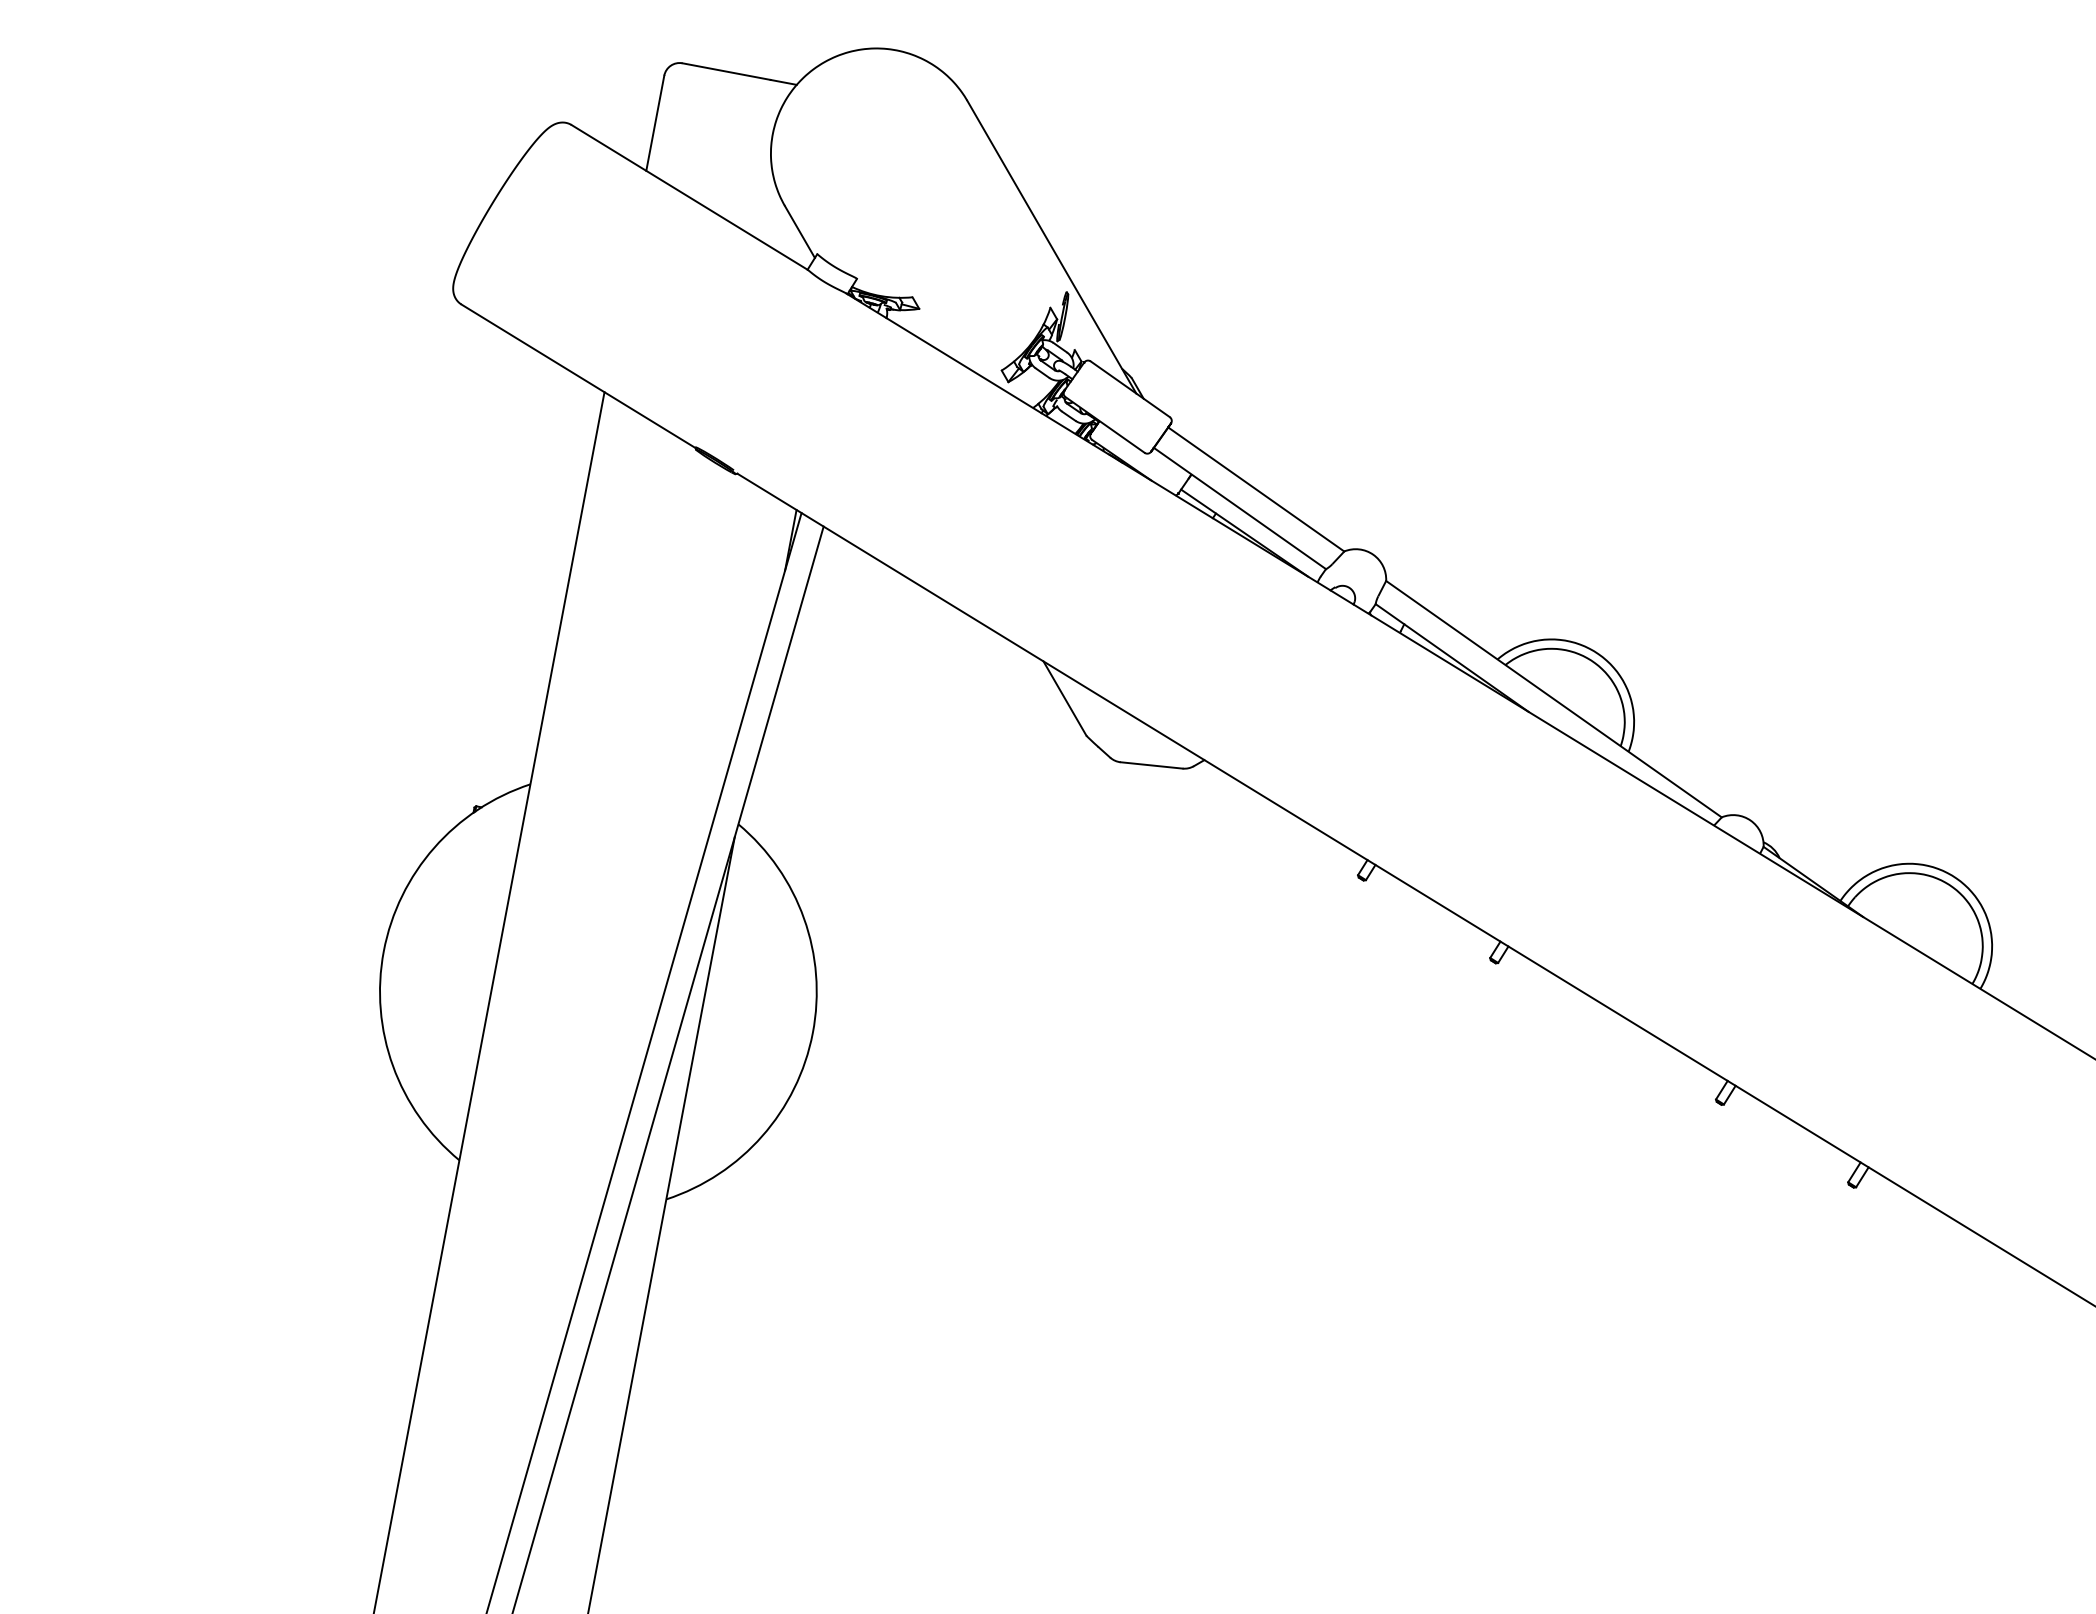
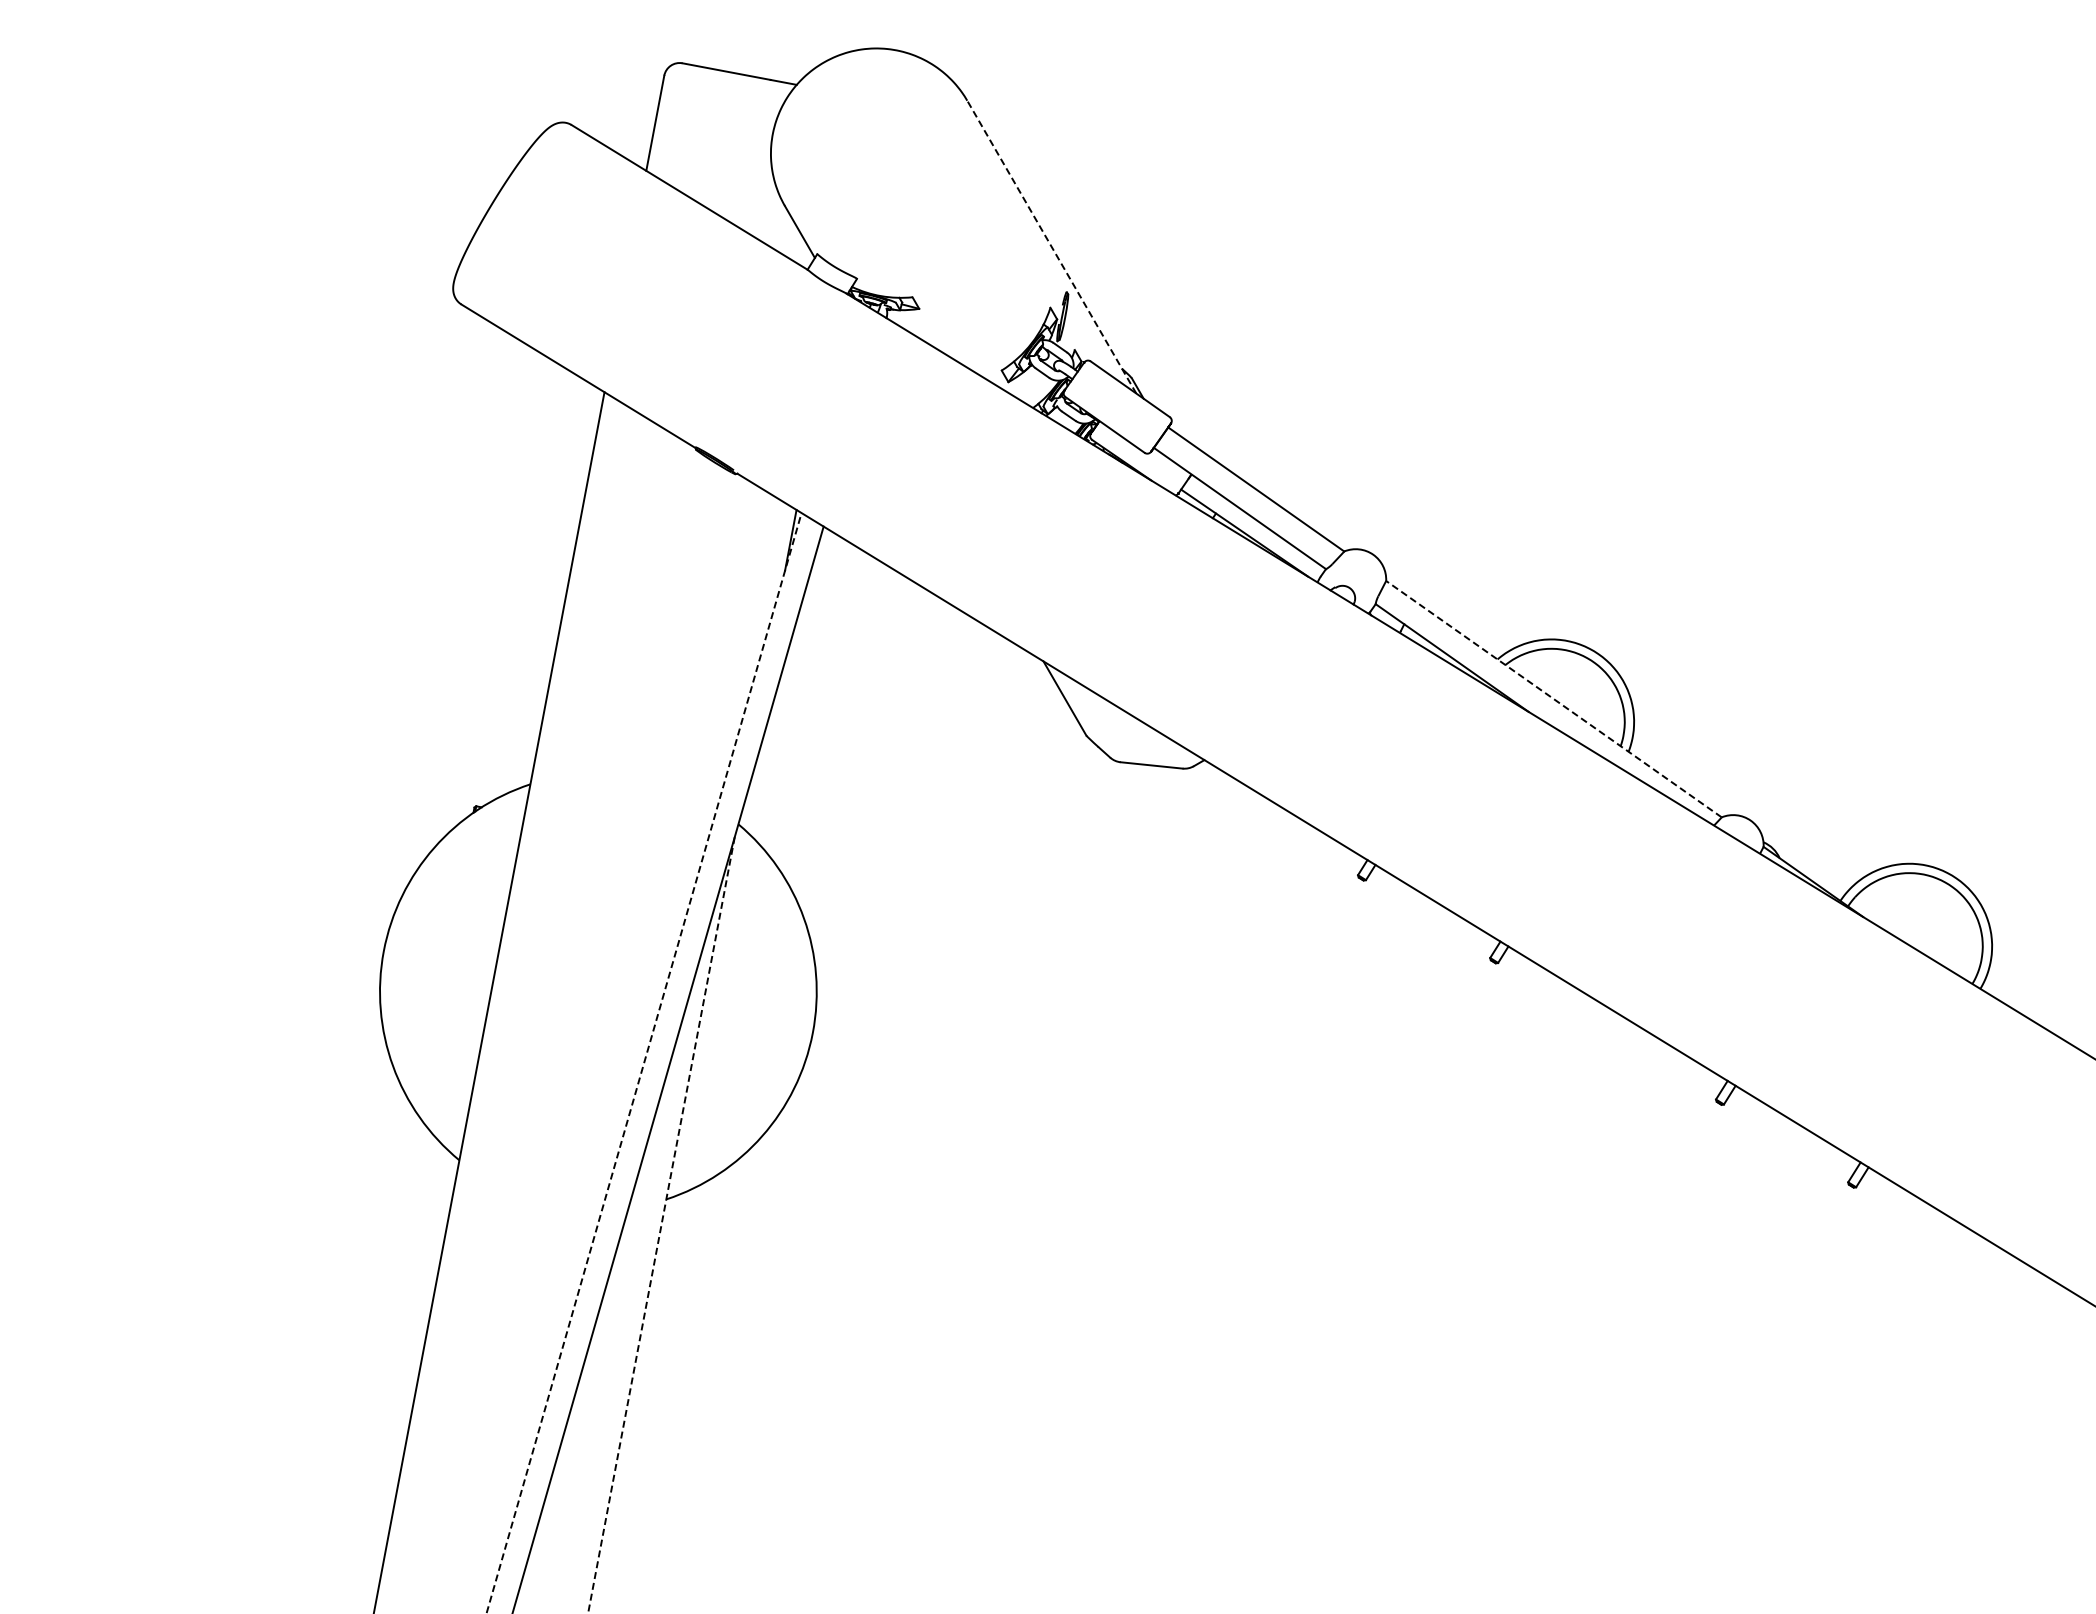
line at (1051, 246): solid -> dashed
line at (1553, 698): solid -> dashed
line at (644, 1062): solid -> dashed
line at (661, 1225): solid -> dashed
